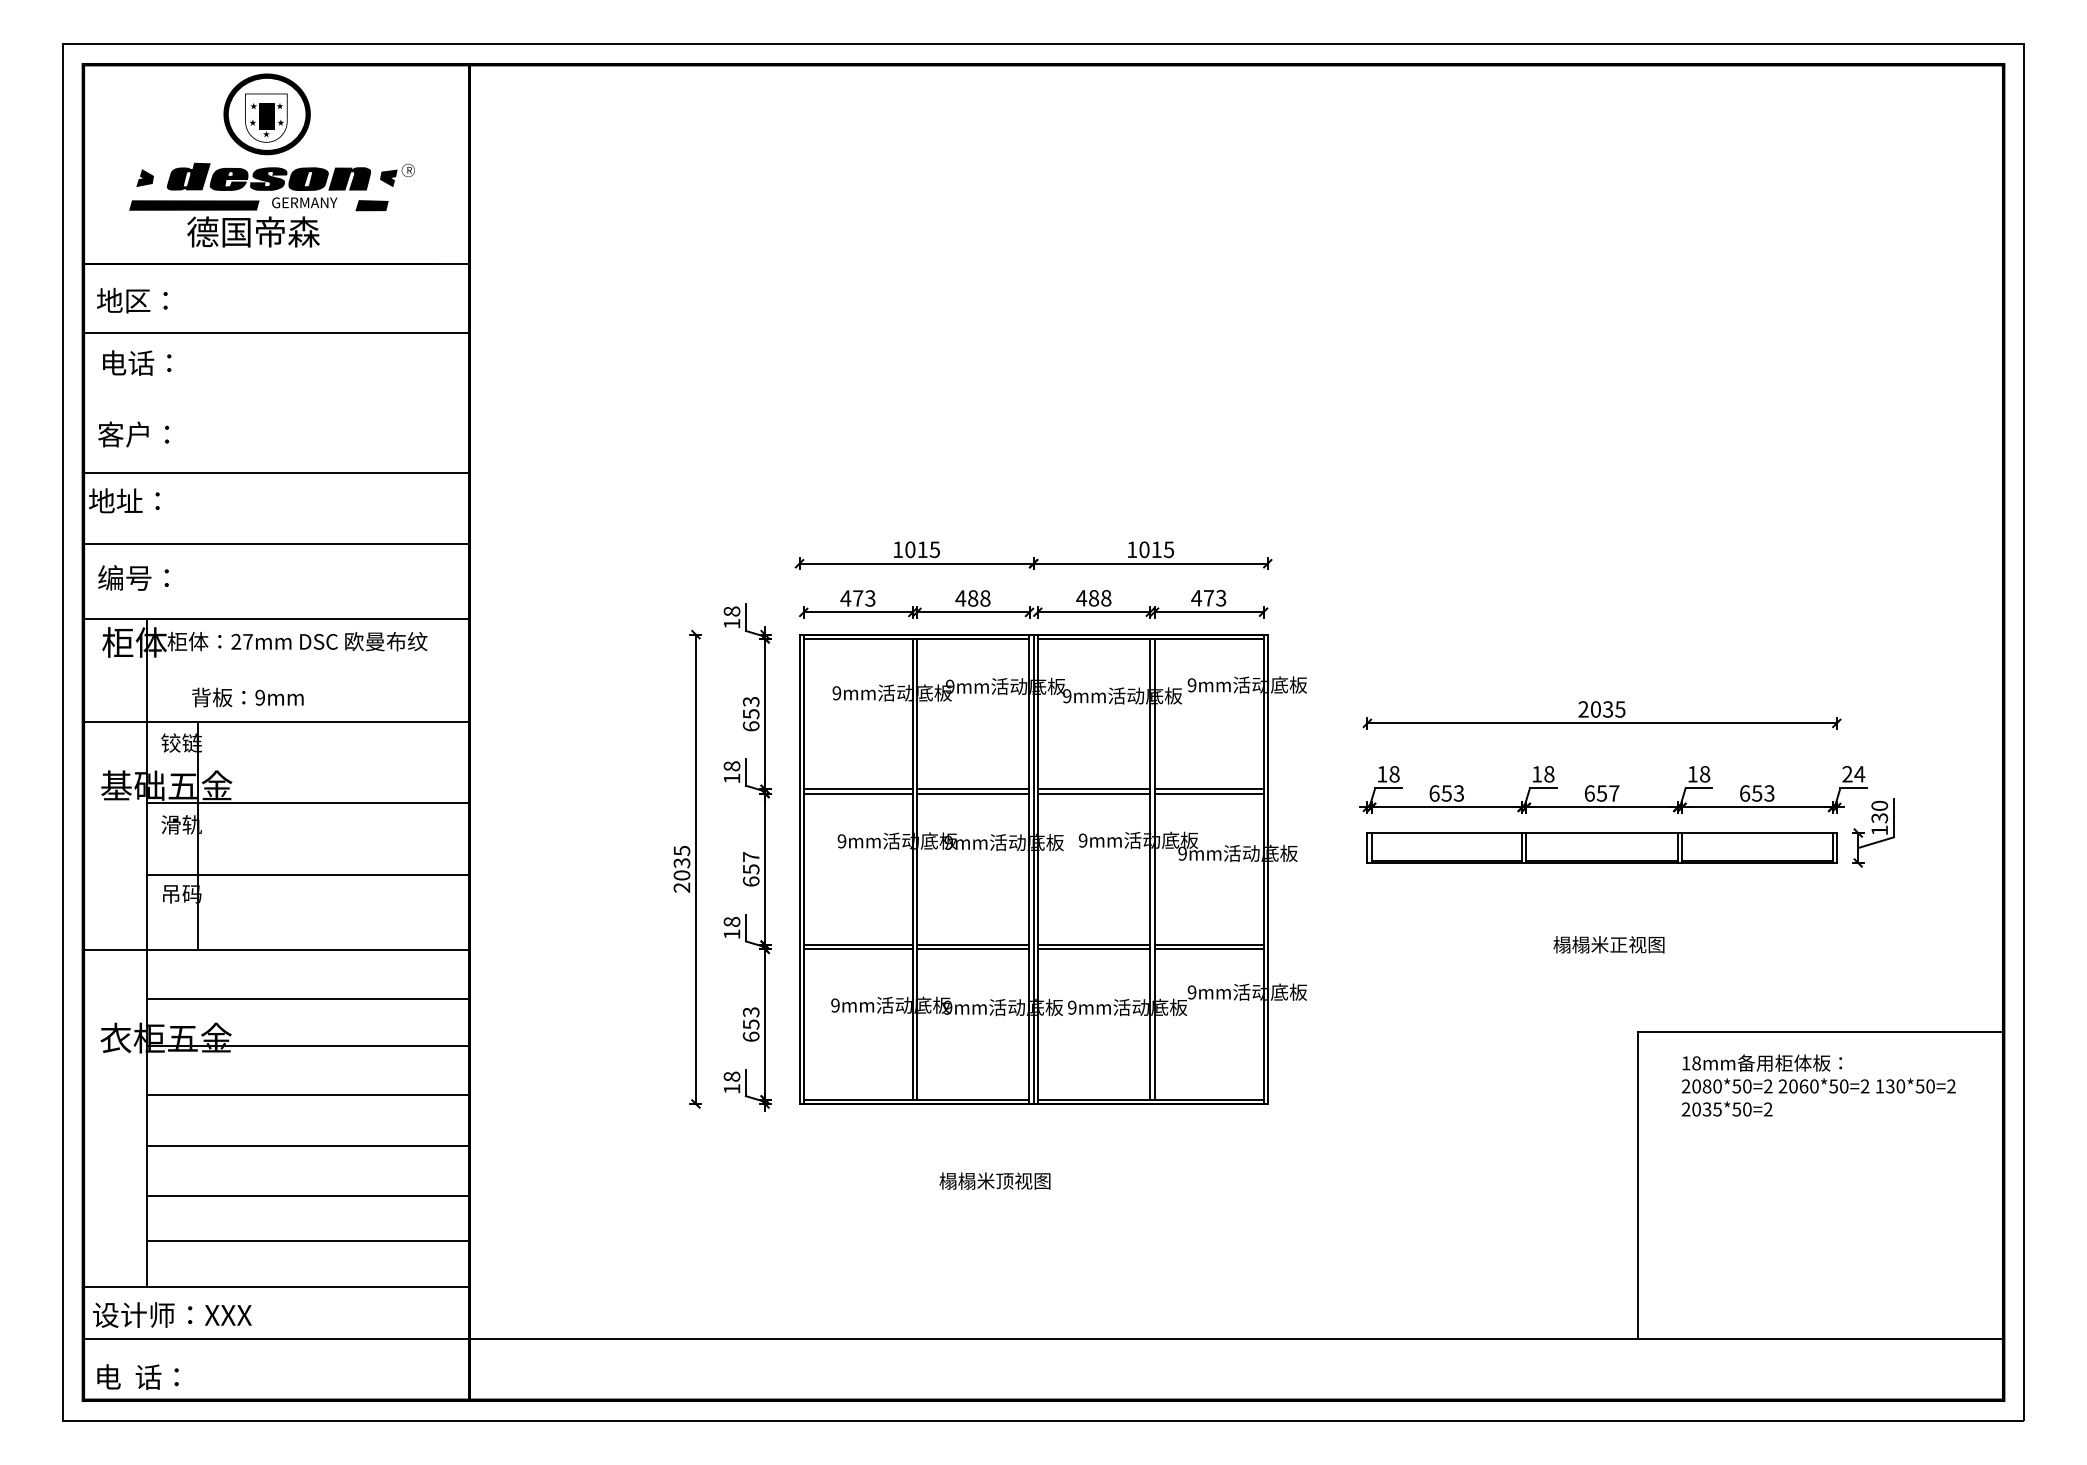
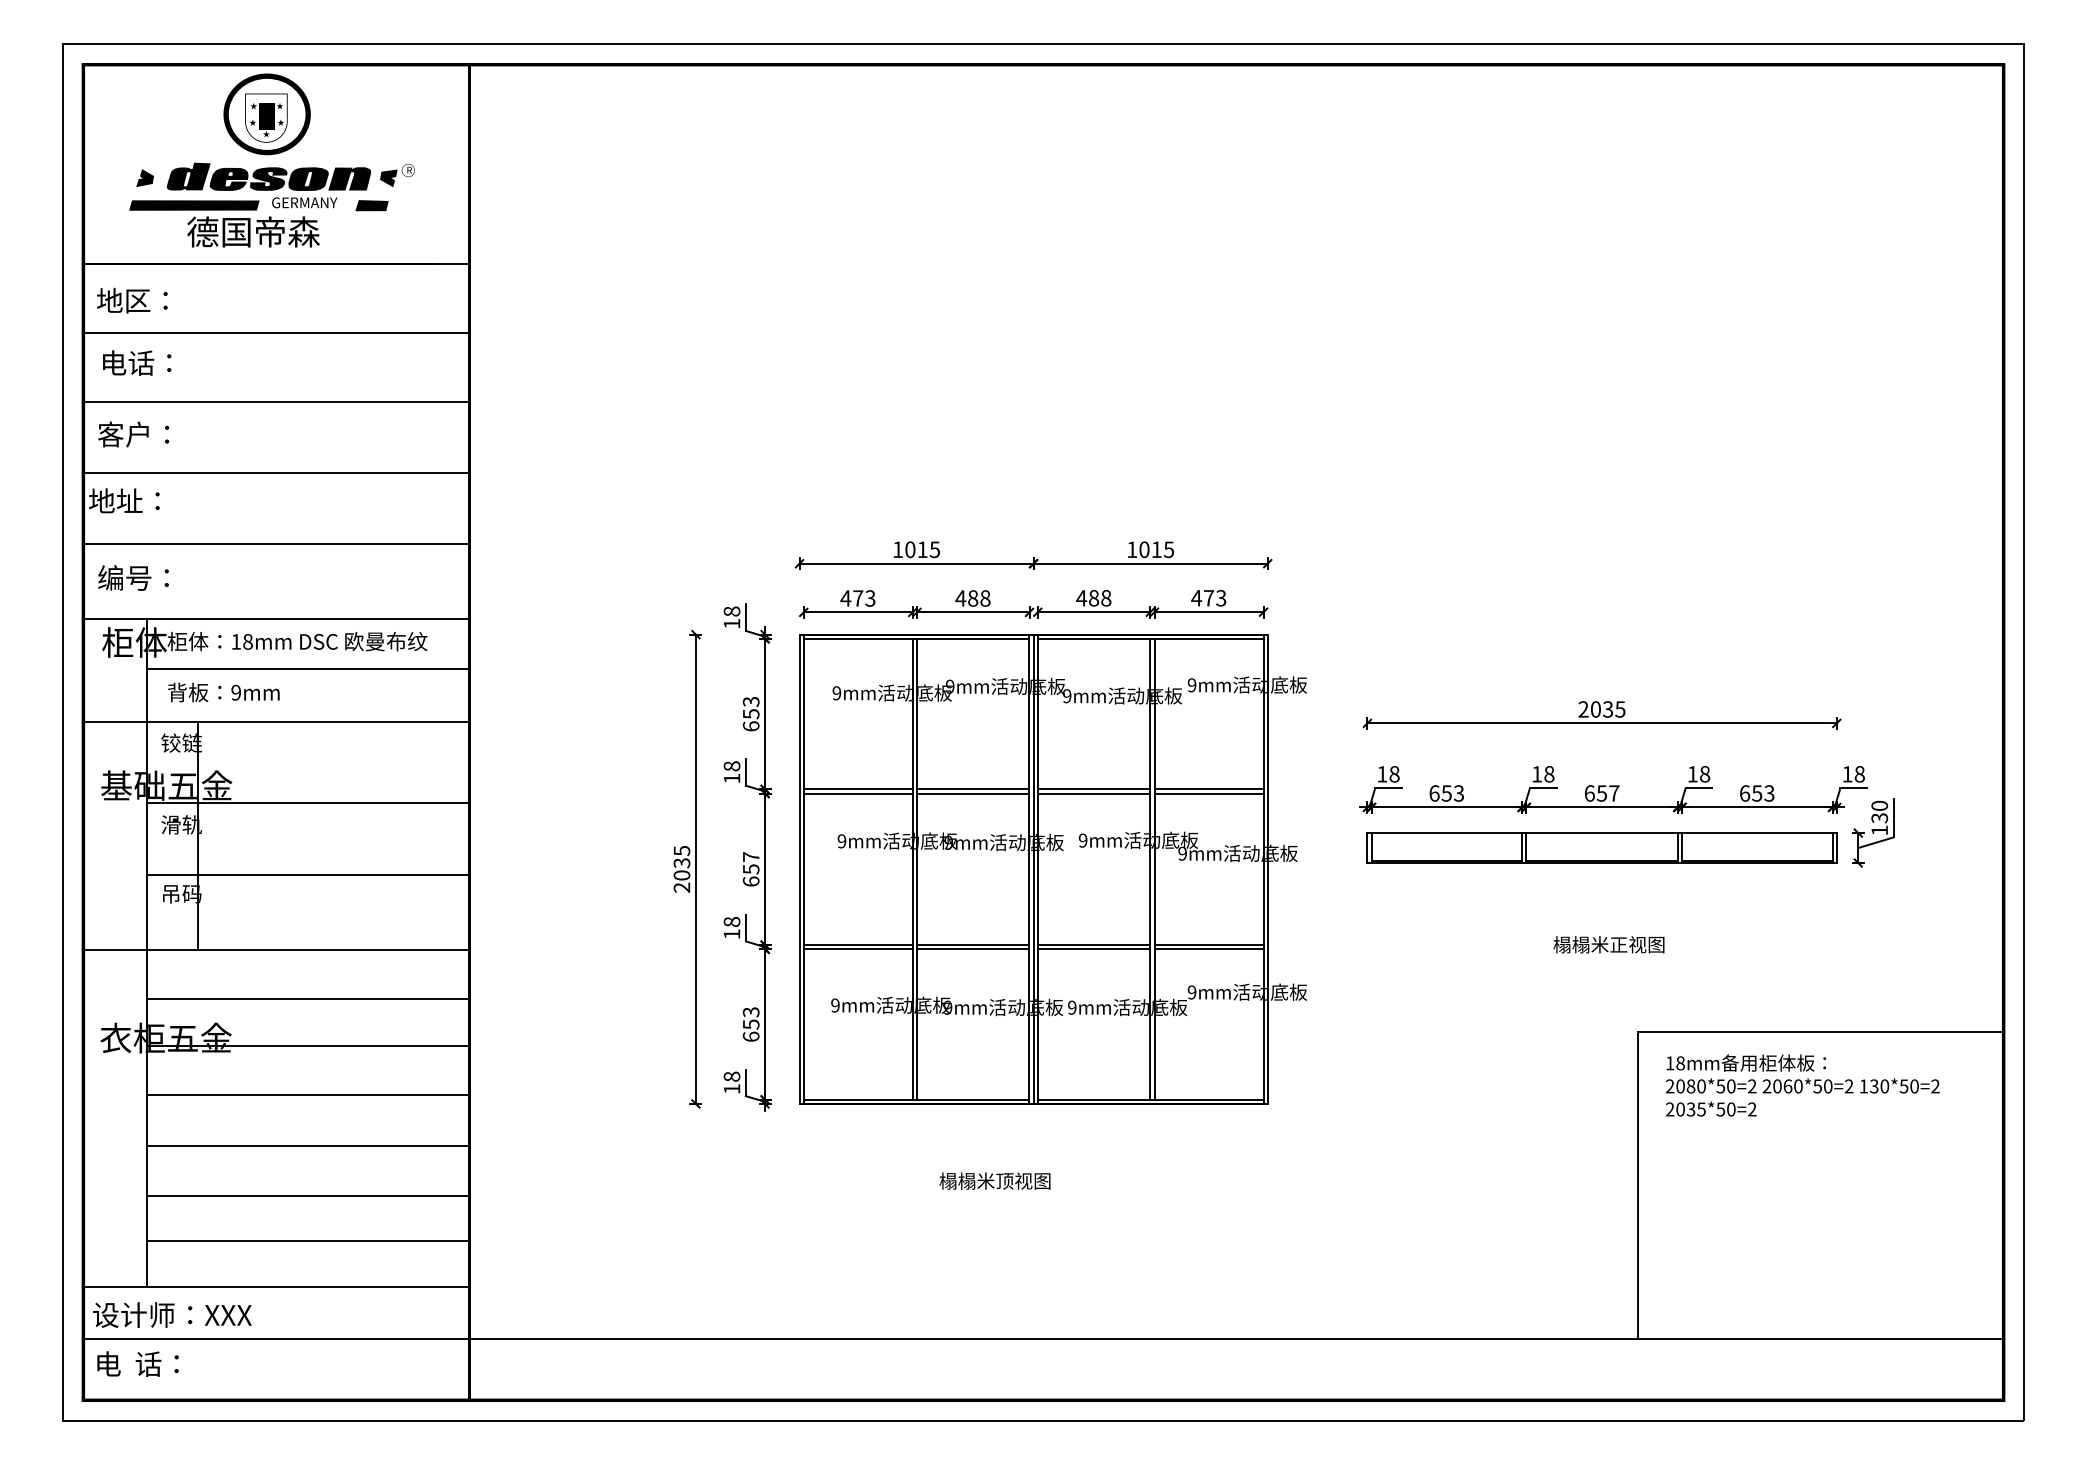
line at (277, 402): none -> present
text at (241, 641): 27mm -> 18mm
line at (307, 668): none -> present
text at (247, 697) position: (247, 697) -> (223, 692)
text at (1853, 774): 24 -> 18
text at (1818, 1085) position: (1818, 1085) -> (1802, 1085)
text at (137, 1376) position: (137, 1376) -> (137, 1363)
